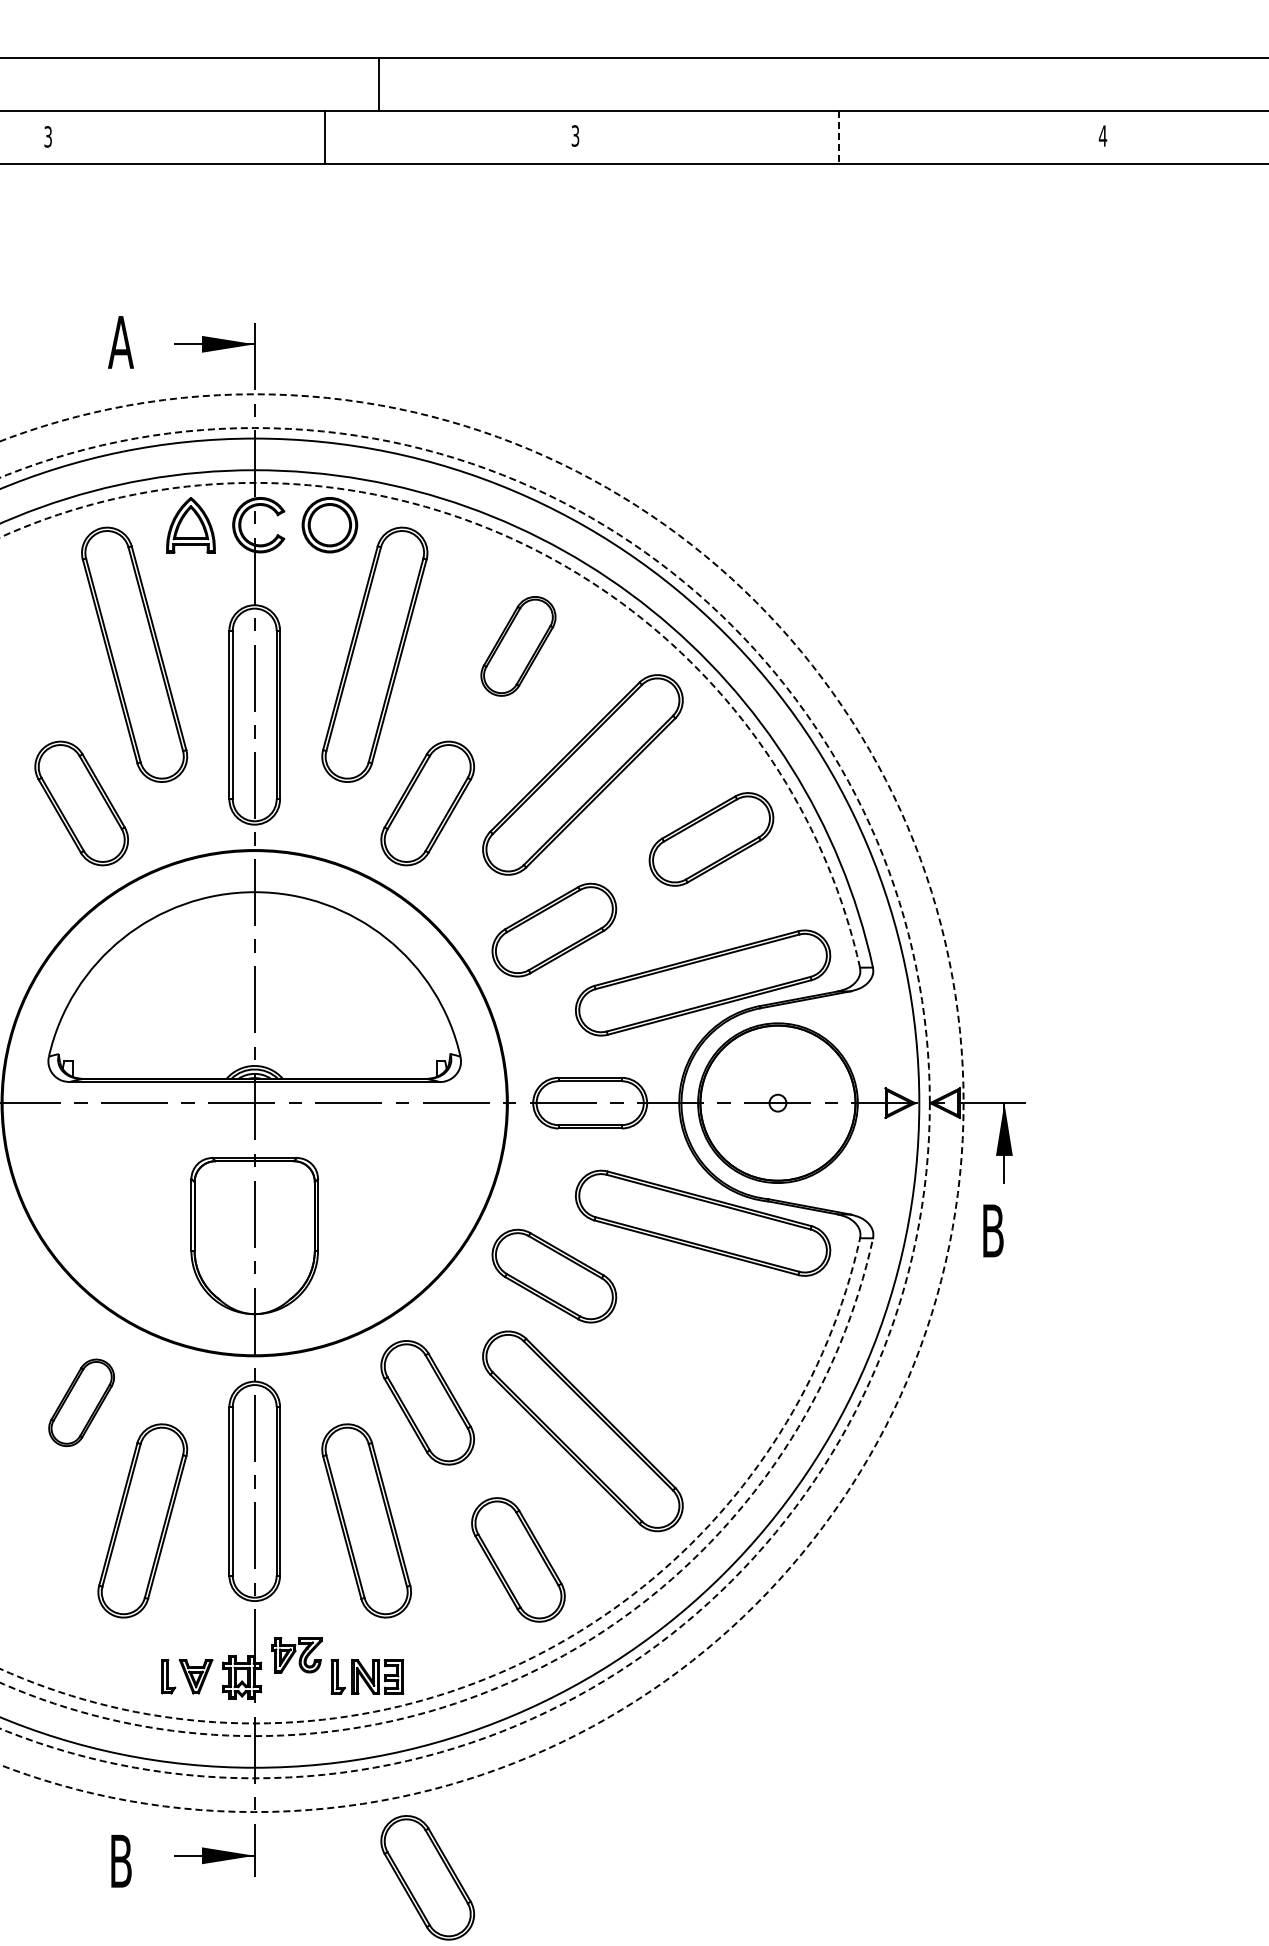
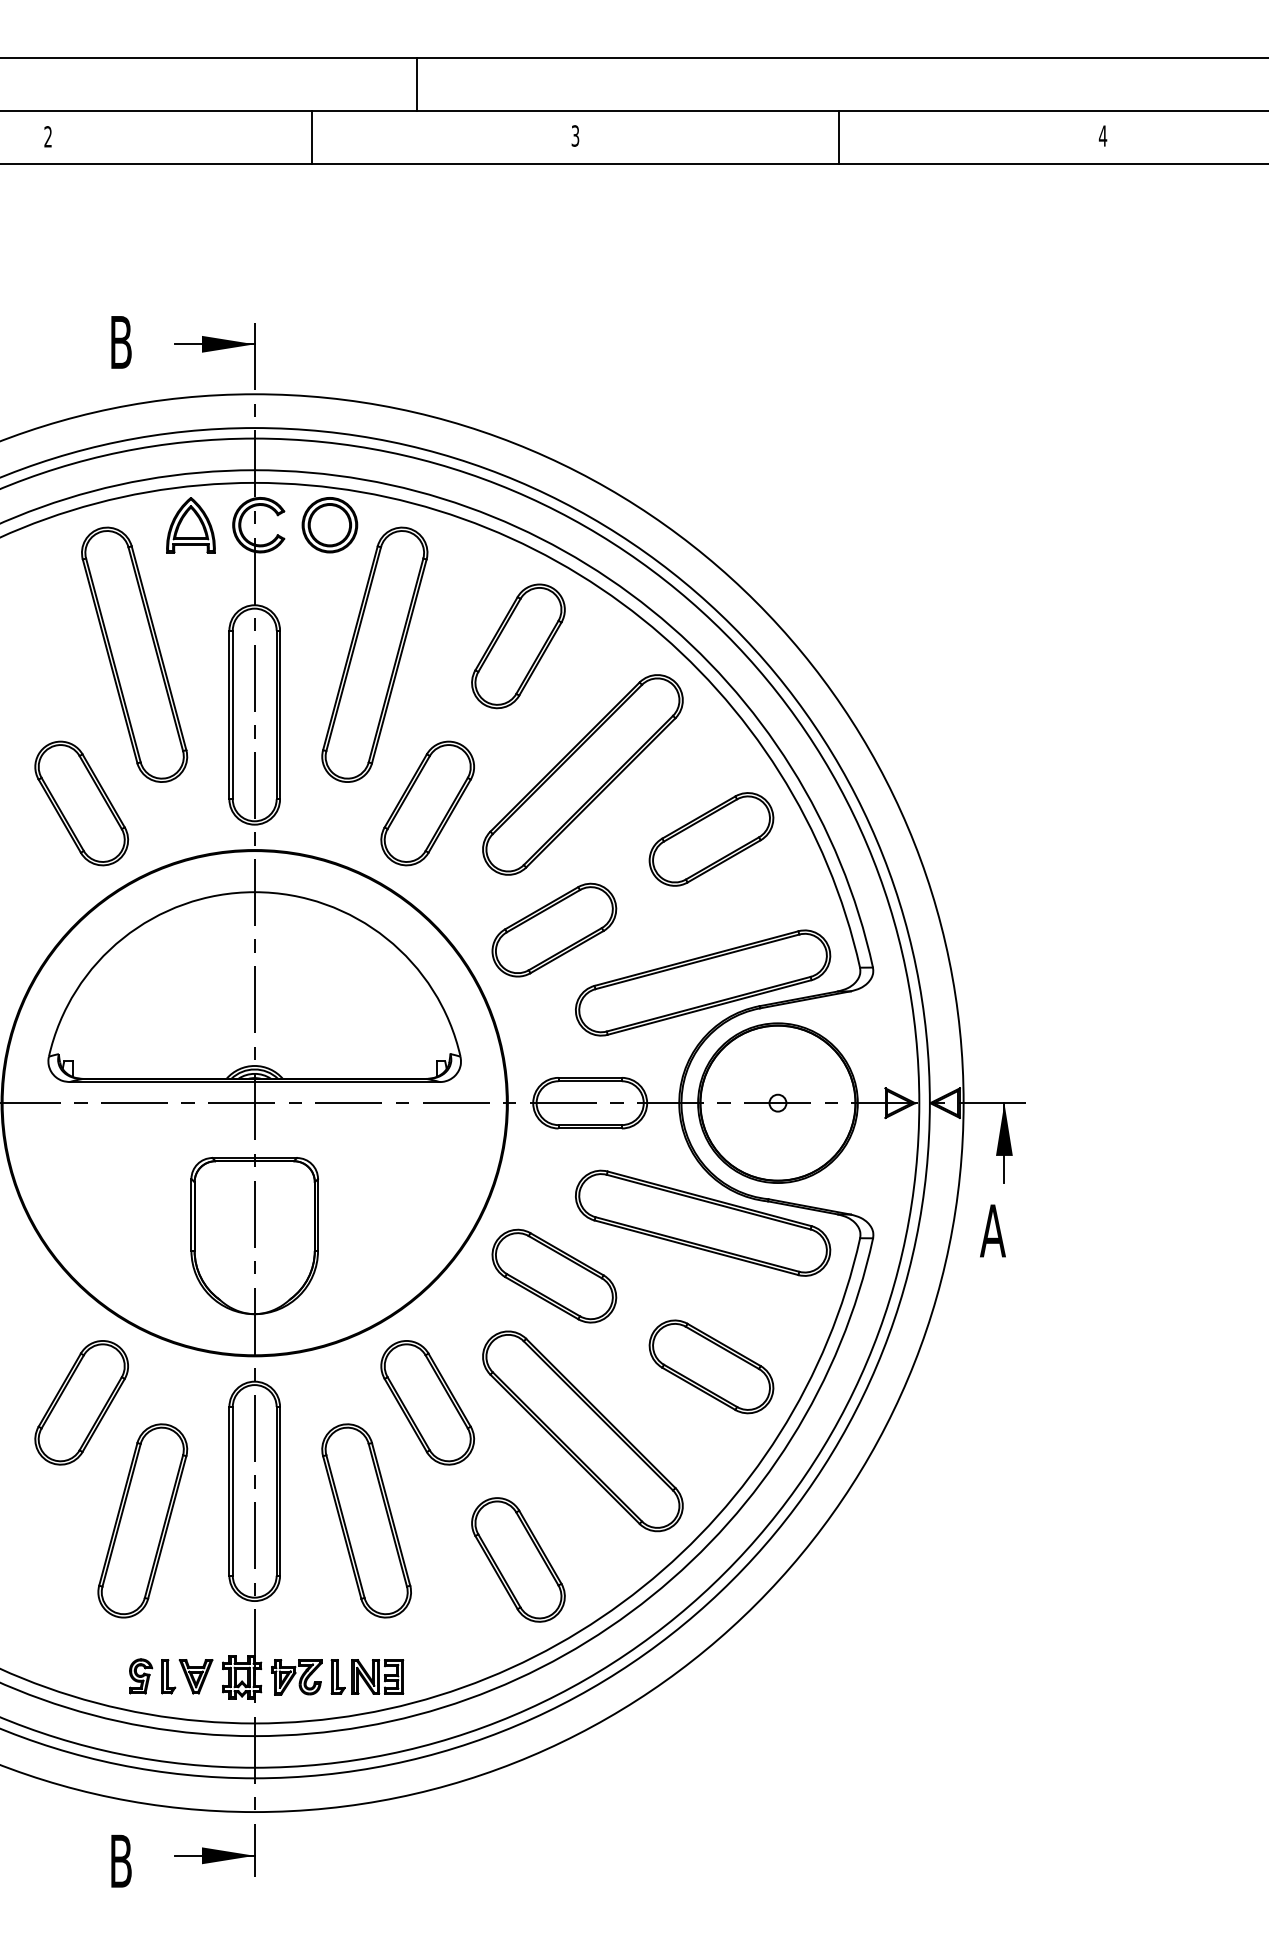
line at (379, 84) position: (379, 84) -> (417, 84)
text at (47, 136): 3 -> 2
line at (324, 137) position: (324, 137) -> (311, 137)
line at (839, 137): dashed -> solid
text at (120, 342): A -> B
arc at (526, 545): dashed -> solid
part at (518, 646) size: 77x101 px -> 95x127 px
circle at (464, 1103): dashed -> solid
circle at (481, 1103): dashed -> solid
text at (992, 1230): B -> A
part at (711, 1366): none -> present
part at (81, 1402) size: 68x90 px -> 95x126 px
part at (296, 1655) position: (296, 1655) -> (296, 1677)
arc at (526, 1660): dashed -> solid
arc at (544, 1665): dashed -> solid
part at (141, 1676): none -> present
part at (427, 1877): present -> none
